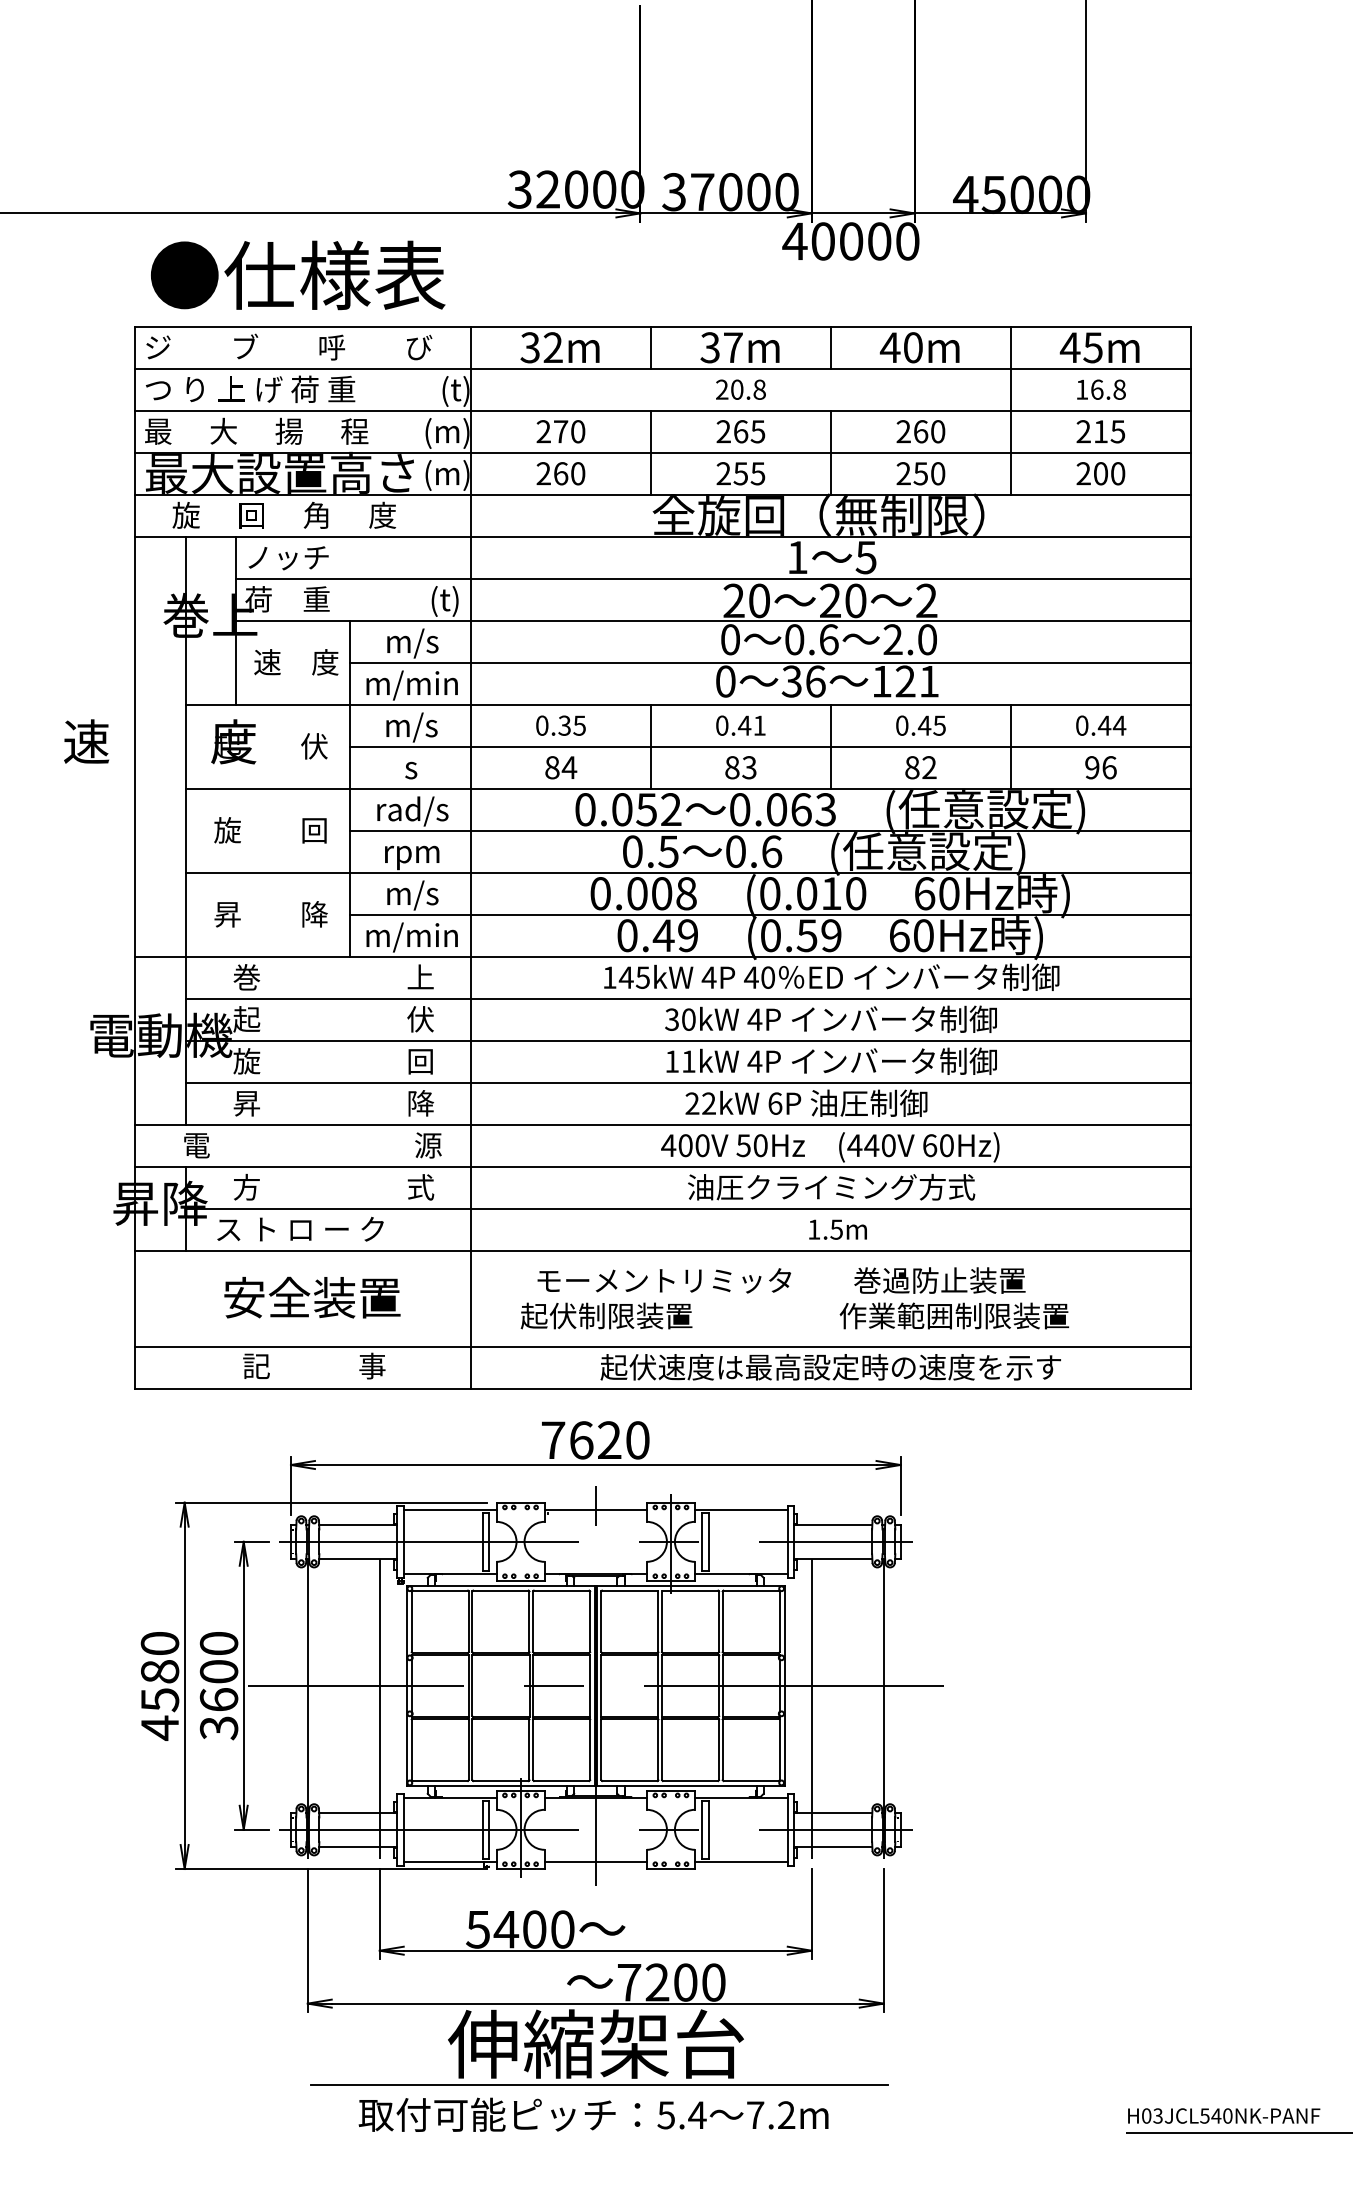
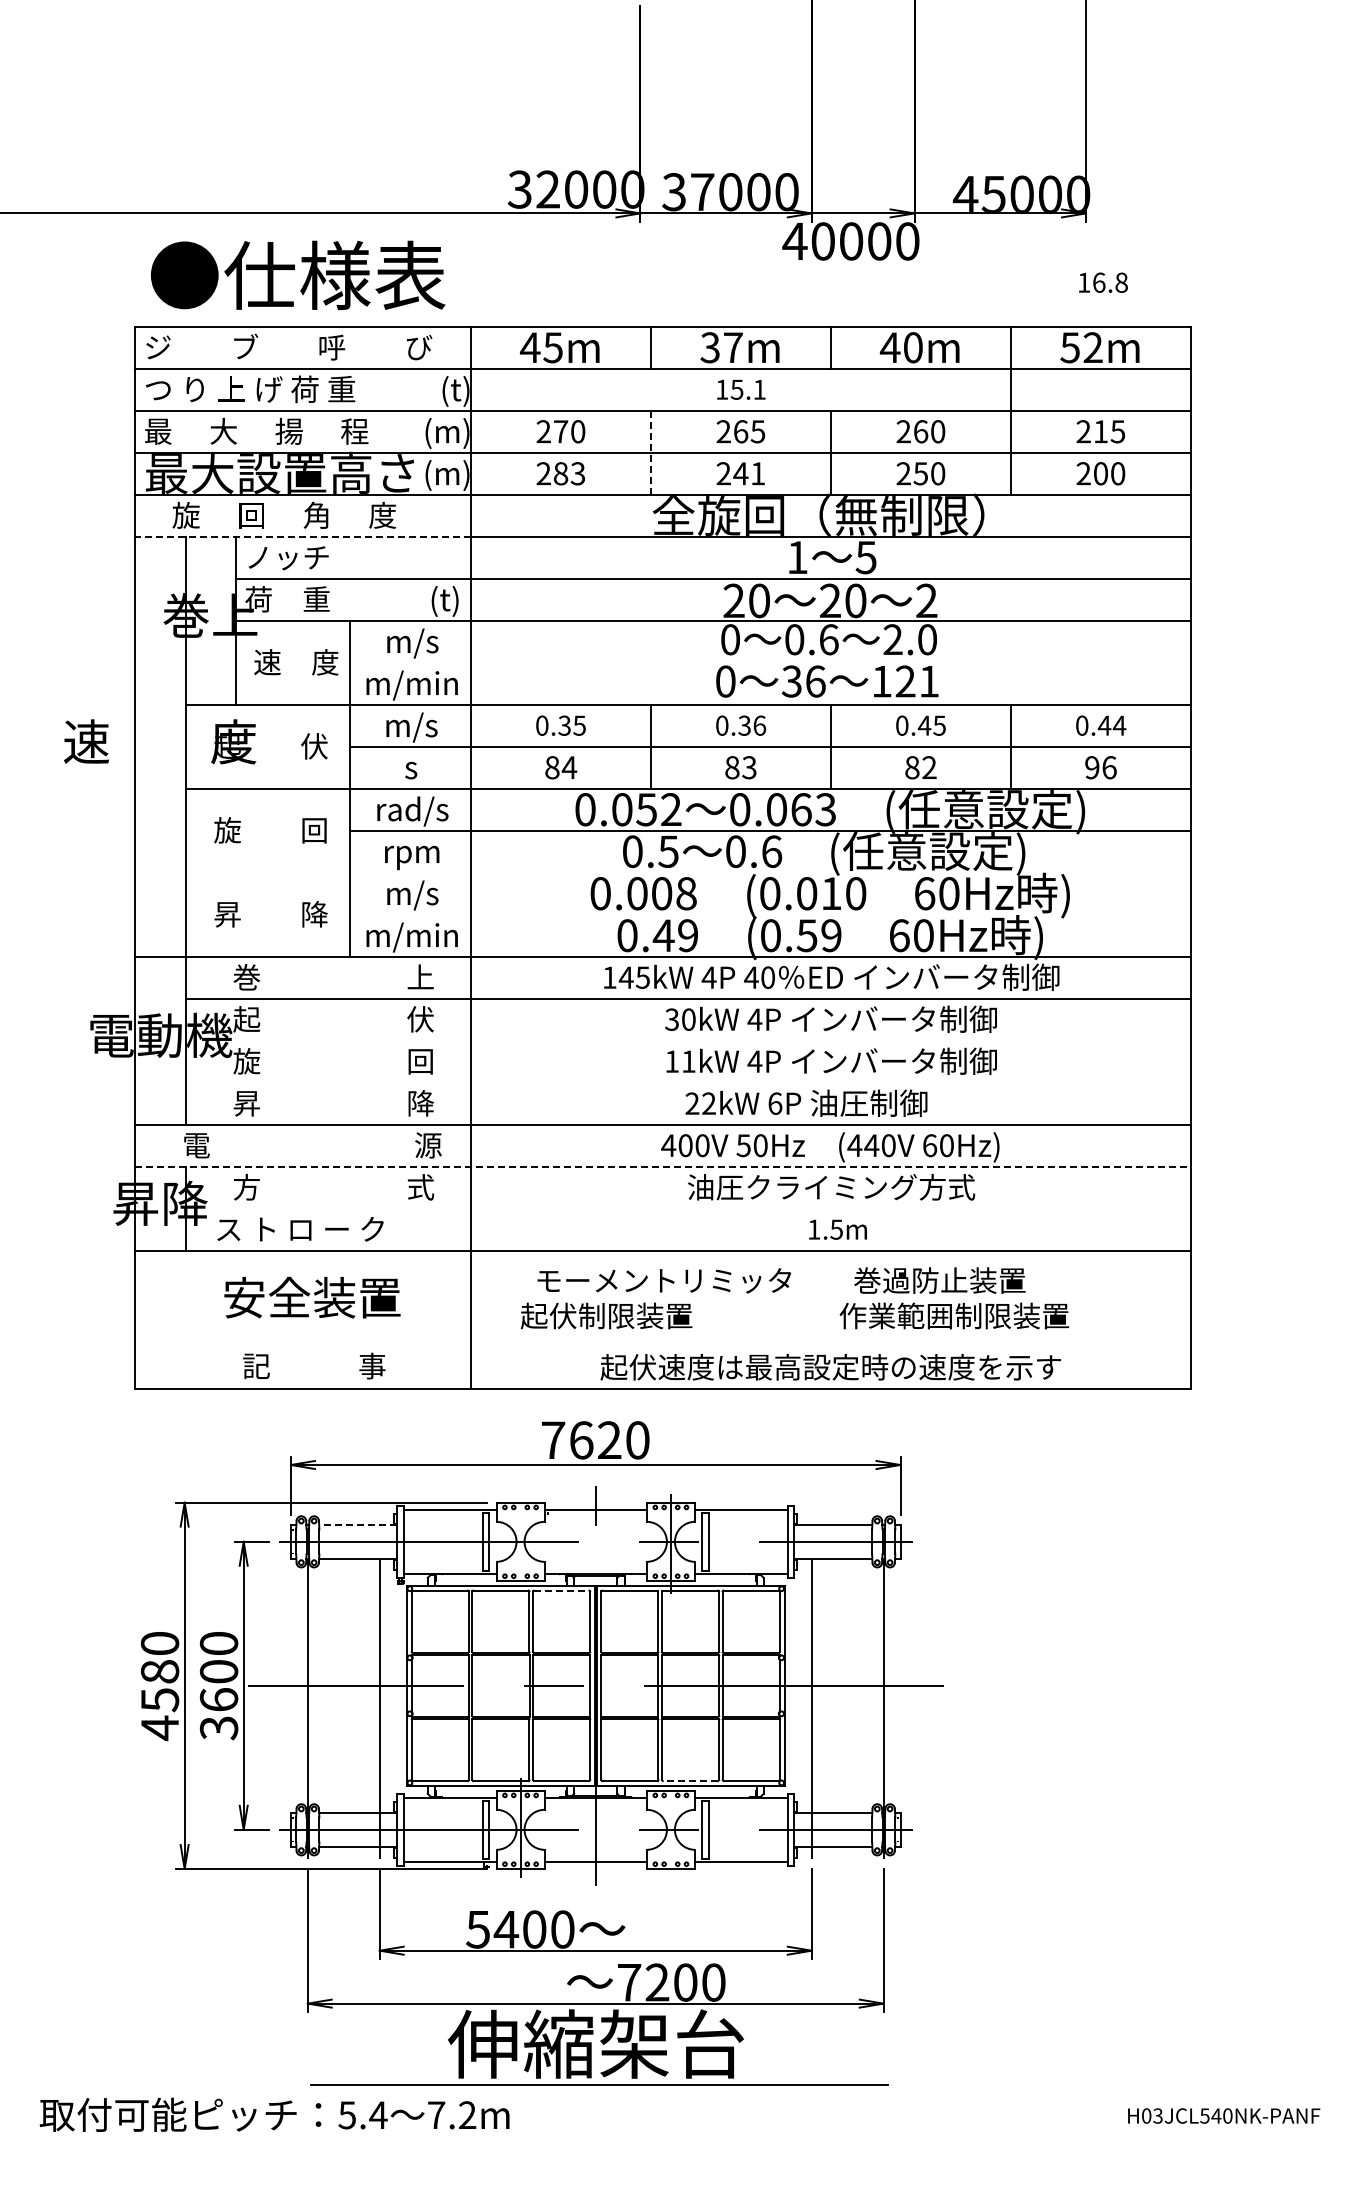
text at (541, 347): 32m -> 45m
text at (1080, 347): 45m -> 52m
text at (740, 389): 20.8 -> 15.1
text at (1101, 389) position: (1101, 389) -> (1103, 282)
line at (651, 452): solid -> dashed
text at (569, 473): 260 -> 283
text at (749, 473): 255 -> 241
line at (303, 536): solid -> dashed
line at (770, 662): present -> none
text at (751, 725): 0.41 -> 0.36
line at (688, 872): present -> none
line at (770, 914): present -> none
line at (688, 1040): present -> none
line at (688, 1082): present -> none
line at (663, 1166): solid -> dashed
line at (688, 1208): present -> none
line at (663, 1346): present -> none
line at (357, 1524): solid -> dashed
line at (561, 1590): solid -> dashed
line at (690, 1781): solid -> dashed
text at (593, 2114) position: (593, 2114) -> (274, 2114)
line at (1239, 2132): present -> none
